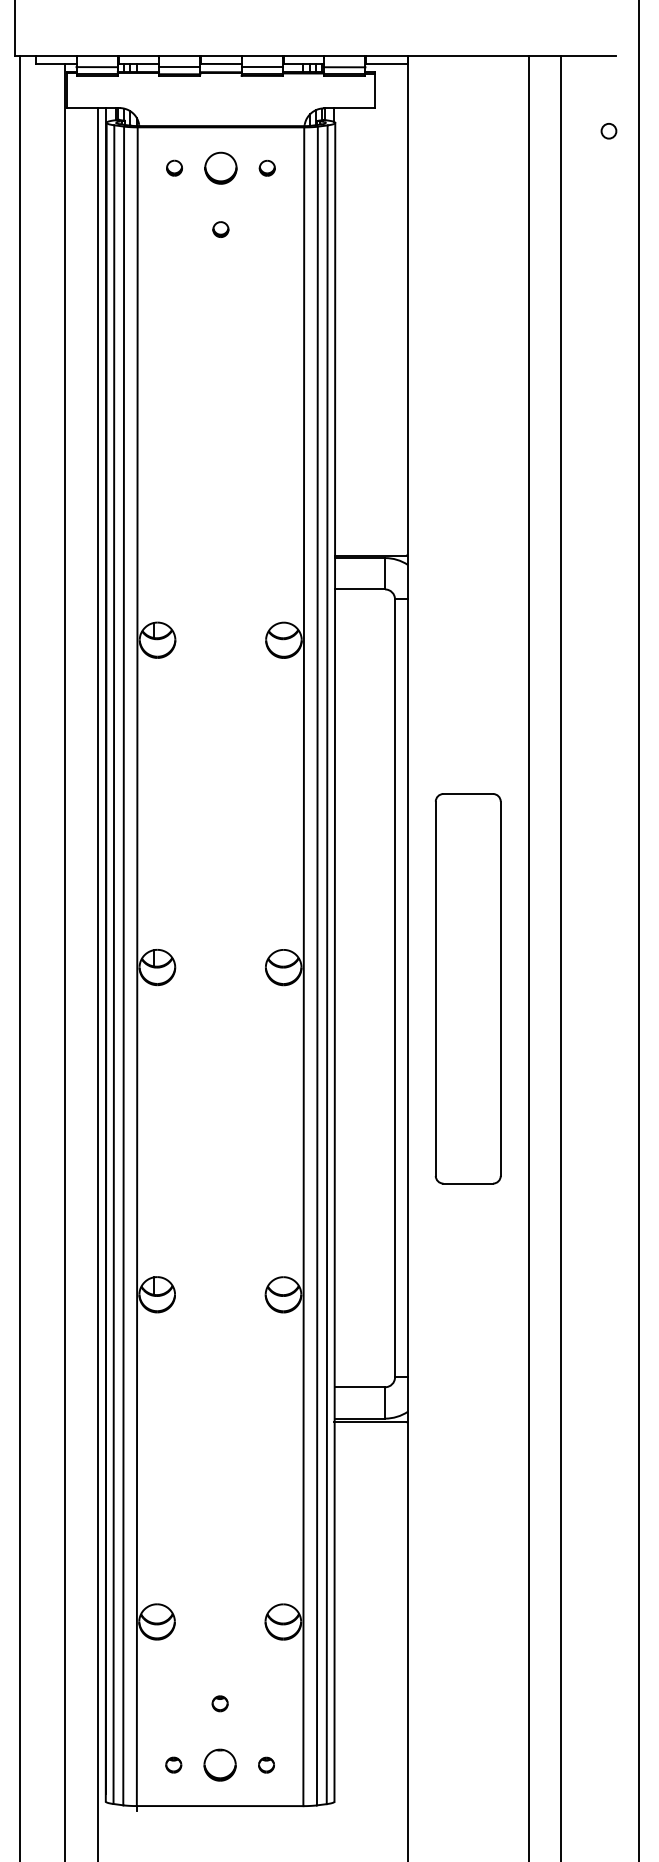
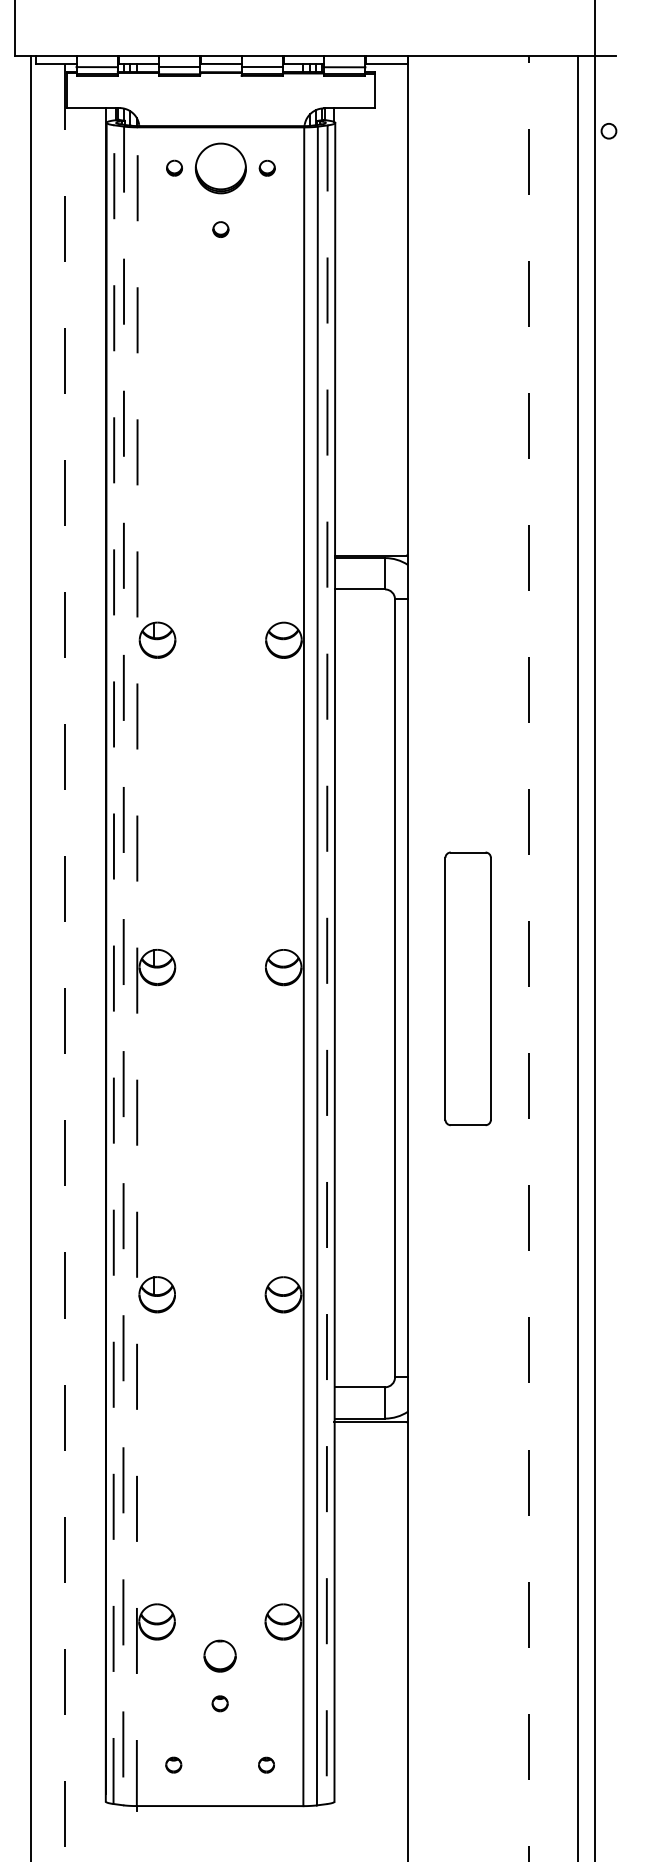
part at (220, 167) size: 34x34 px -> 53x53 px
line at (639, 930) position: (639, 930) -> (595, 930)
line at (19, 956) position: (19, 956) -> (30, 956)
line at (561, 956) position: (561, 956) -> (578, 956)
line at (528, 958): solid -> dashed
line at (65, 962): solid -> dashed
line at (113, 964): solid -> dashed
line at (327, 965): solid -> dashed
line at (123, 966): solid -> dashed
line at (137, 966): solid -> dashed
line at (97, 983): present -> none
part at (467, 988) size: 68x392 px -> 48x276 px
part at (219, 1764) position: (219, 1764) -> (219, 1655)
